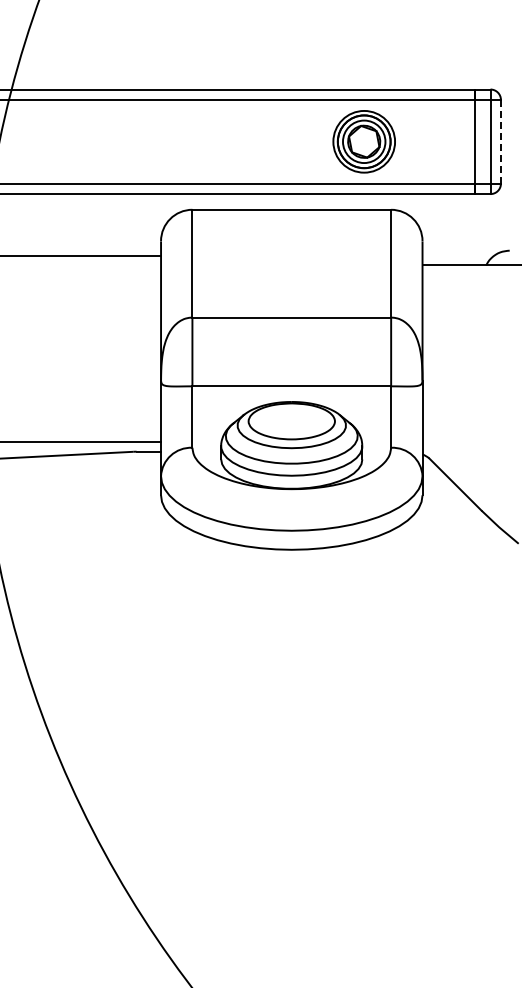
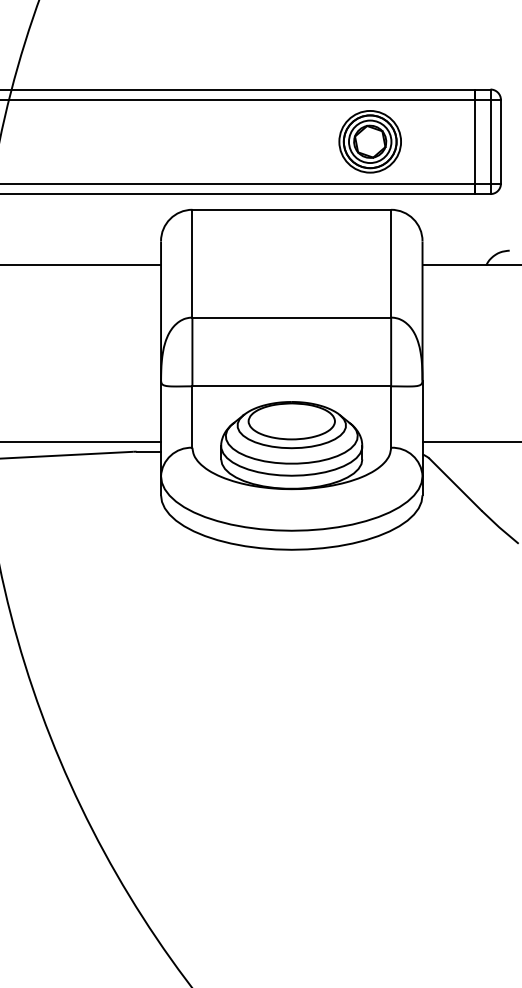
part at (363, 141) position: (363, 141) -> (369, 141)
line at (500, 141): dashed -> solid
line at (81, 256) position: (81, 256) -> (81, 265)
line at (470, 441): none -> present
